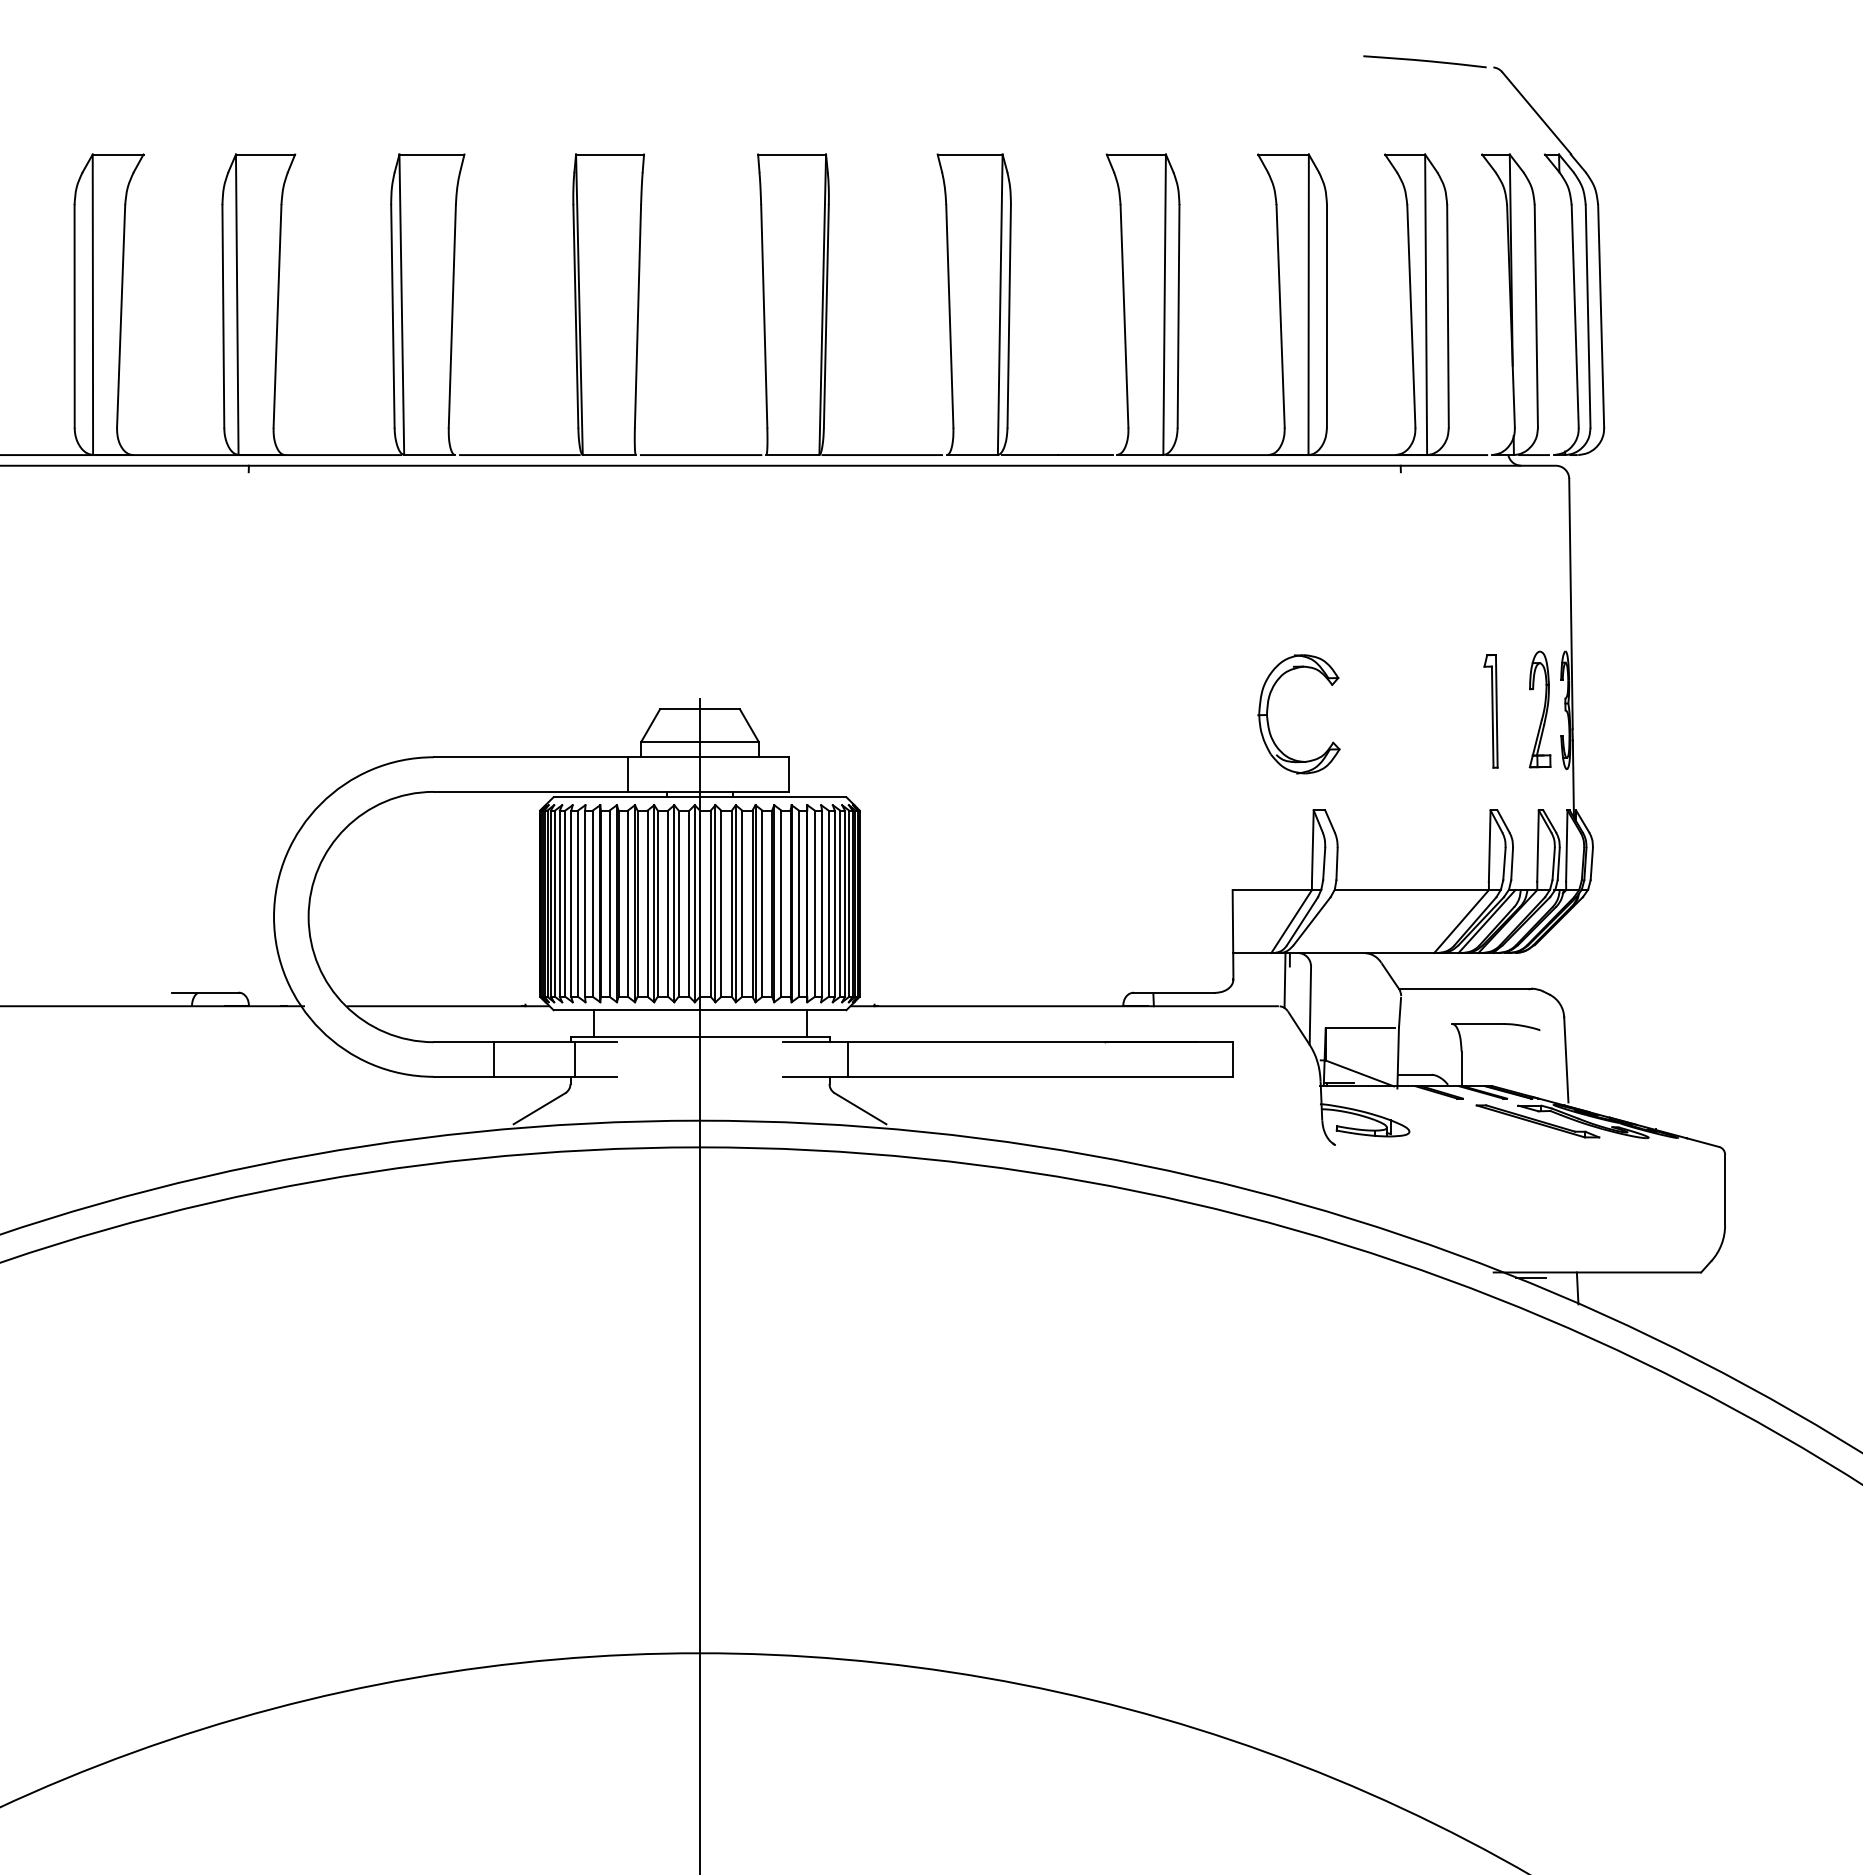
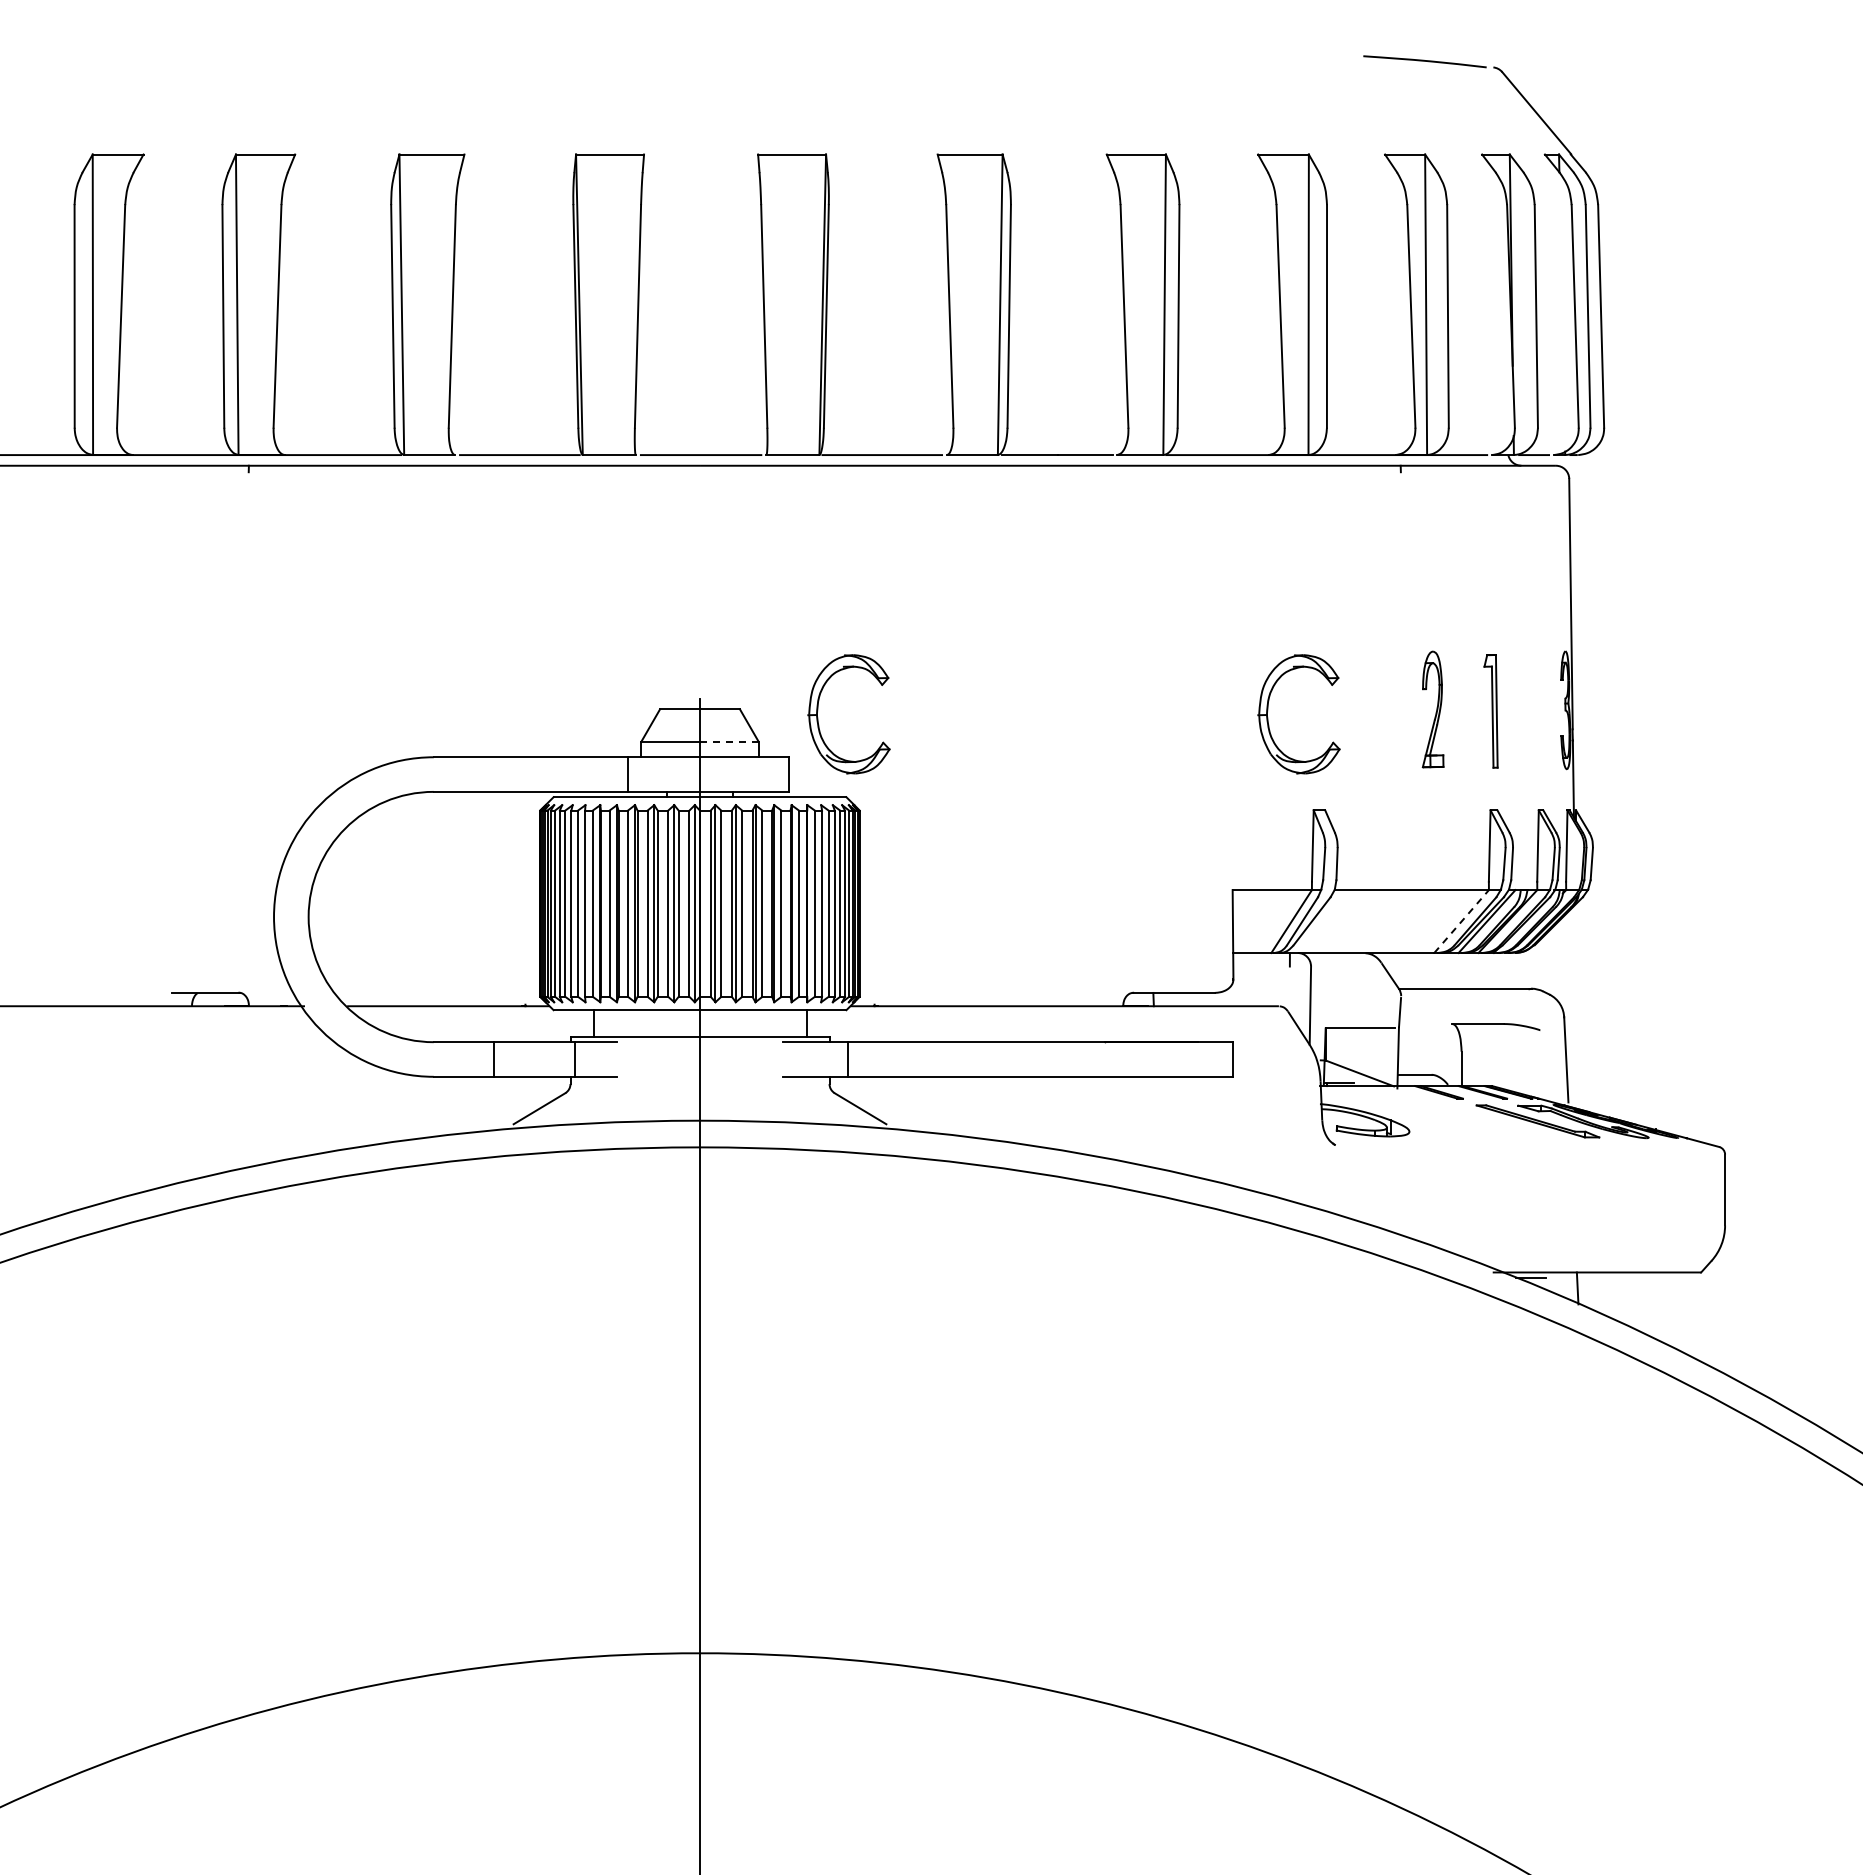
part at (1539, 709) position: (1539, 709) -> (1432, 709)
part at (818, 717): none -> present
line at (729, 741): solid -> dashed
line at (1461, 921): solid -> dashed
line at (1284, 980): present -> none
